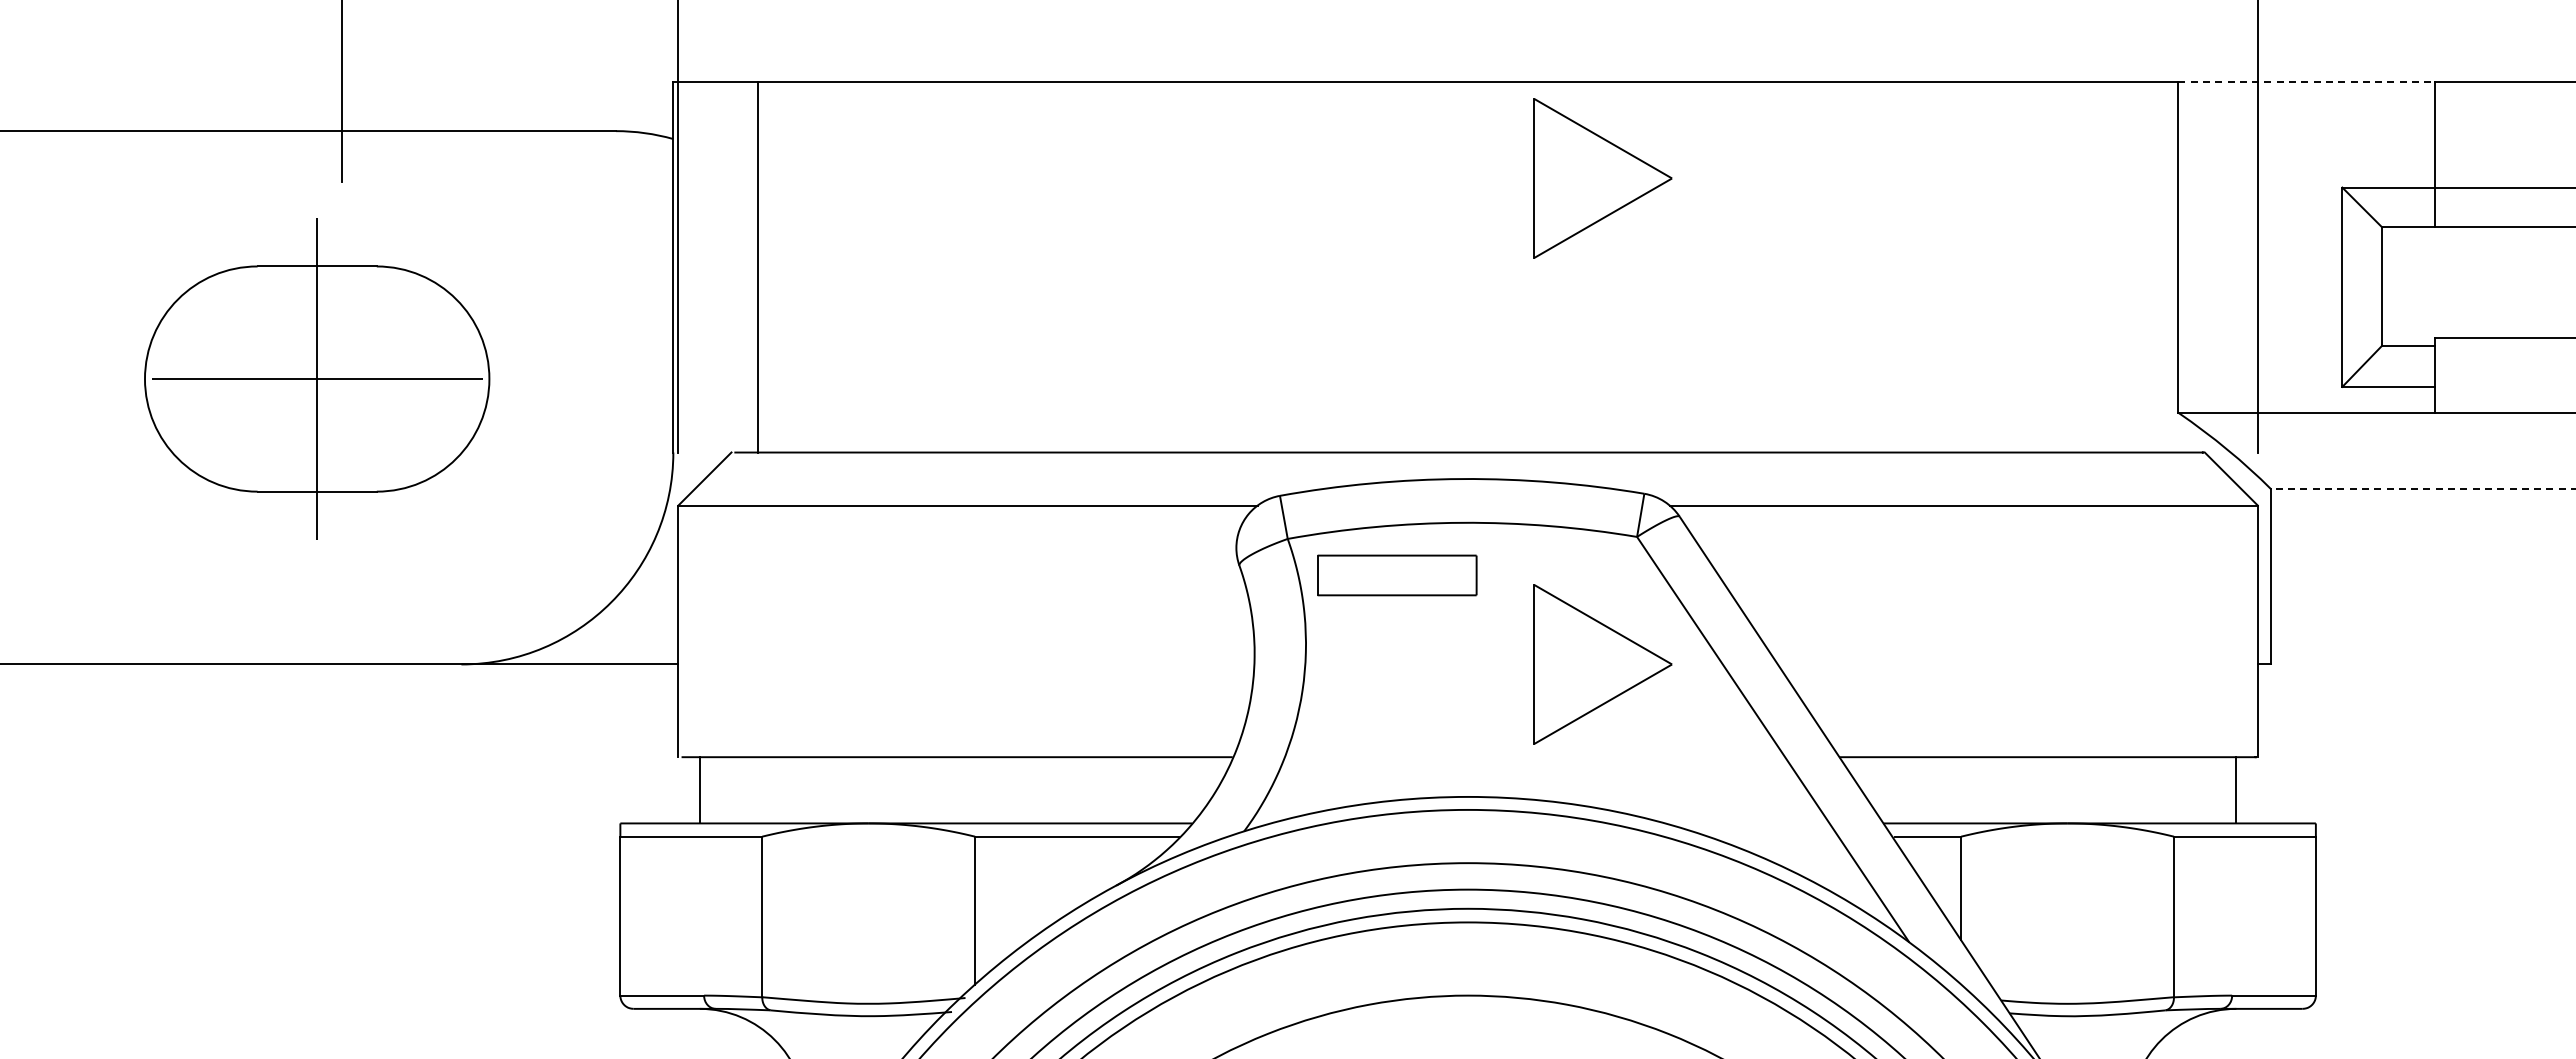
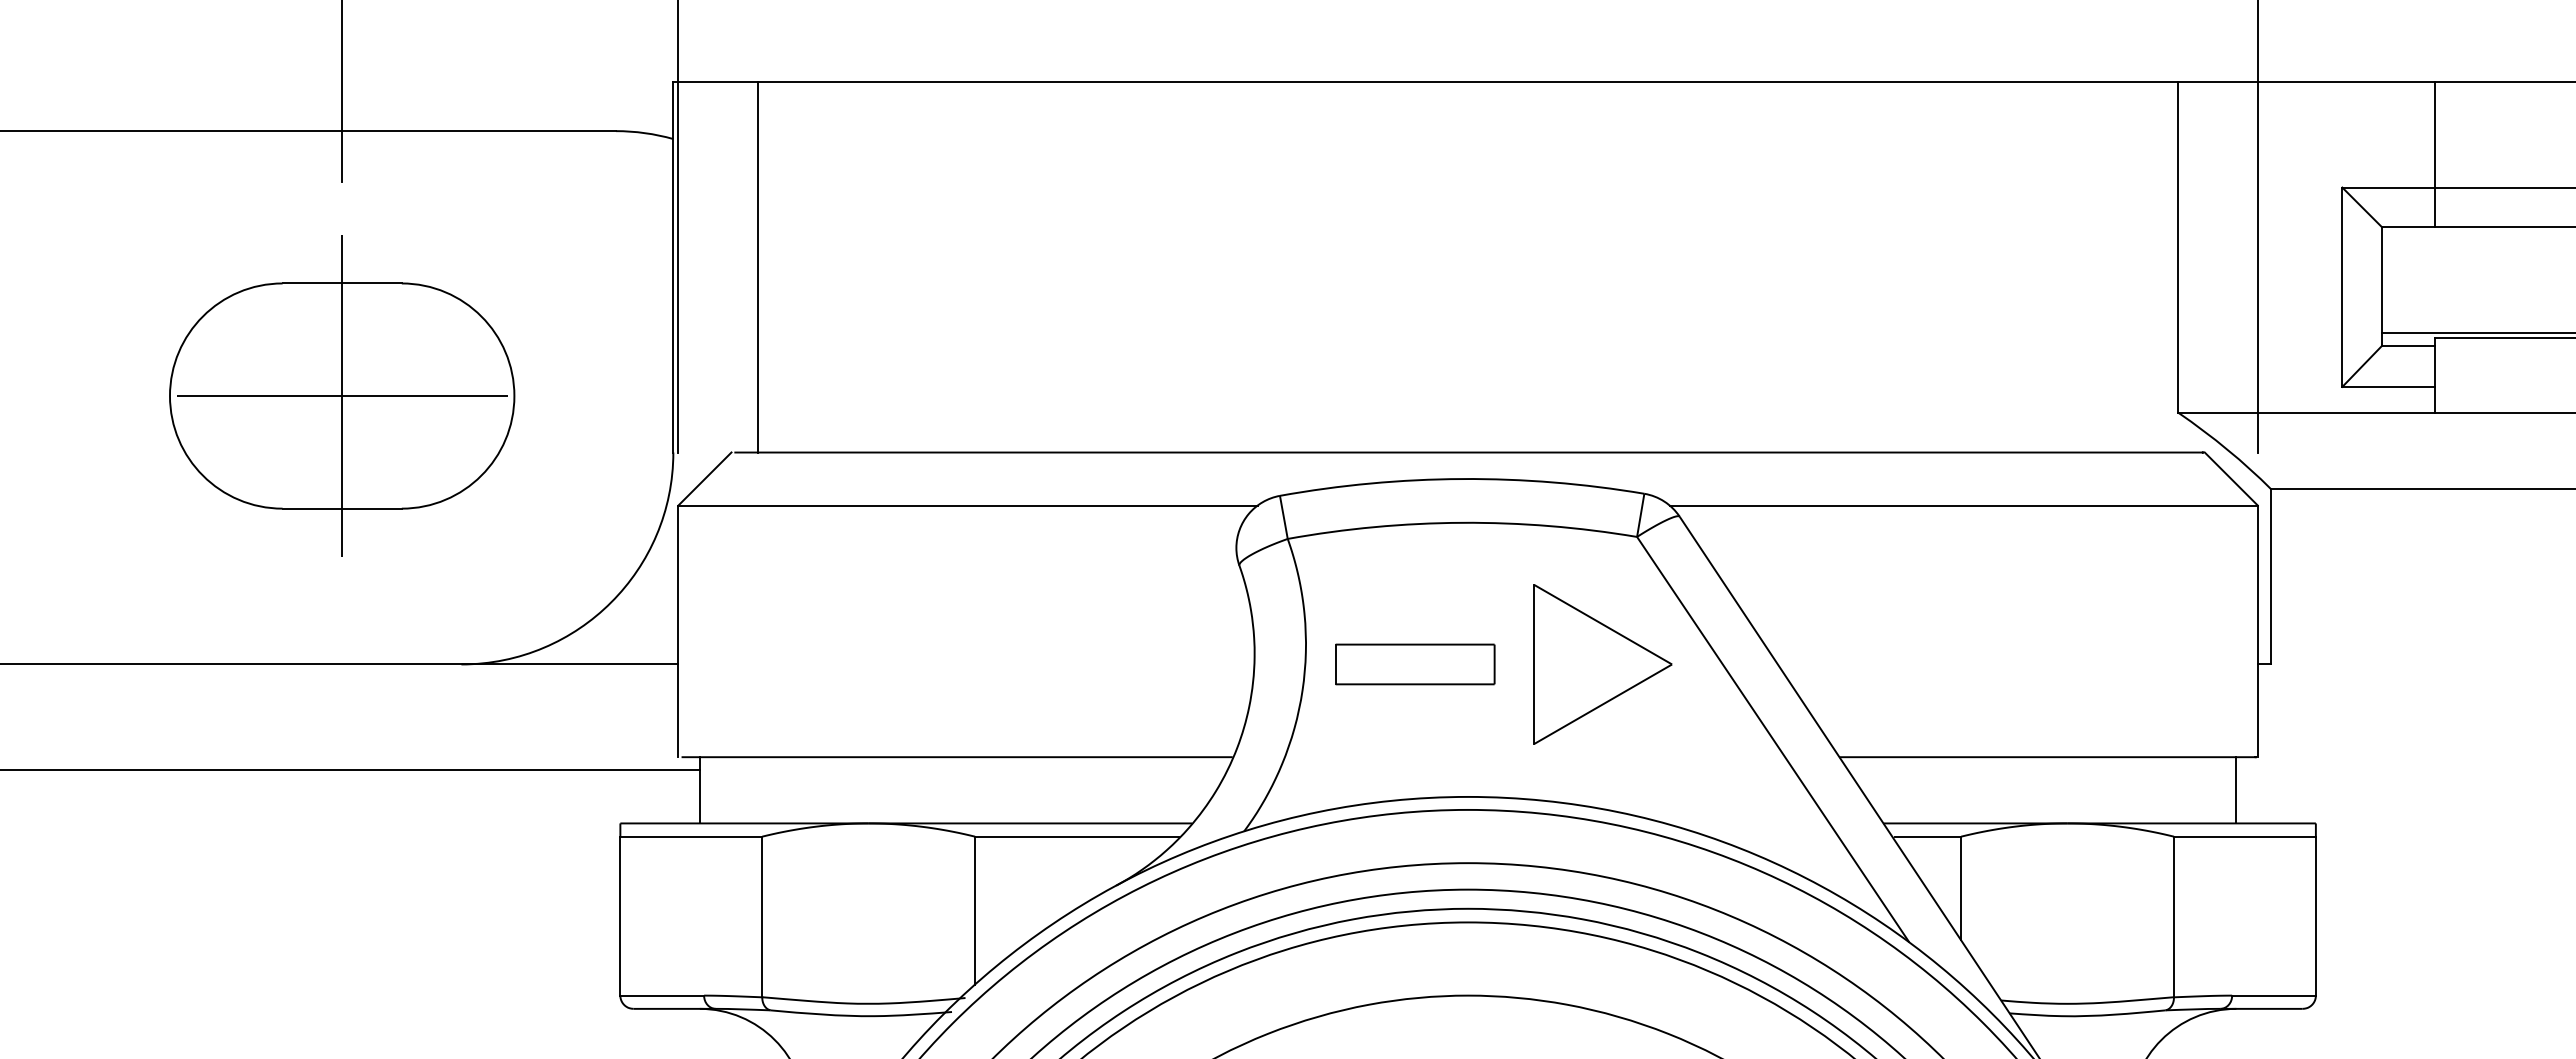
line at (2307, 81): dashed -> solid
part at (1602, 178): present -> none
line at (2477, 333): none -> present
part at (317, 378) position: (317, 378) -> (342, 395)
line at (2423, 489): dashed -> solid
part at (1397, 575) position: (1397, 575) -> (1415, 664)
line at (350, 770): none -> present
